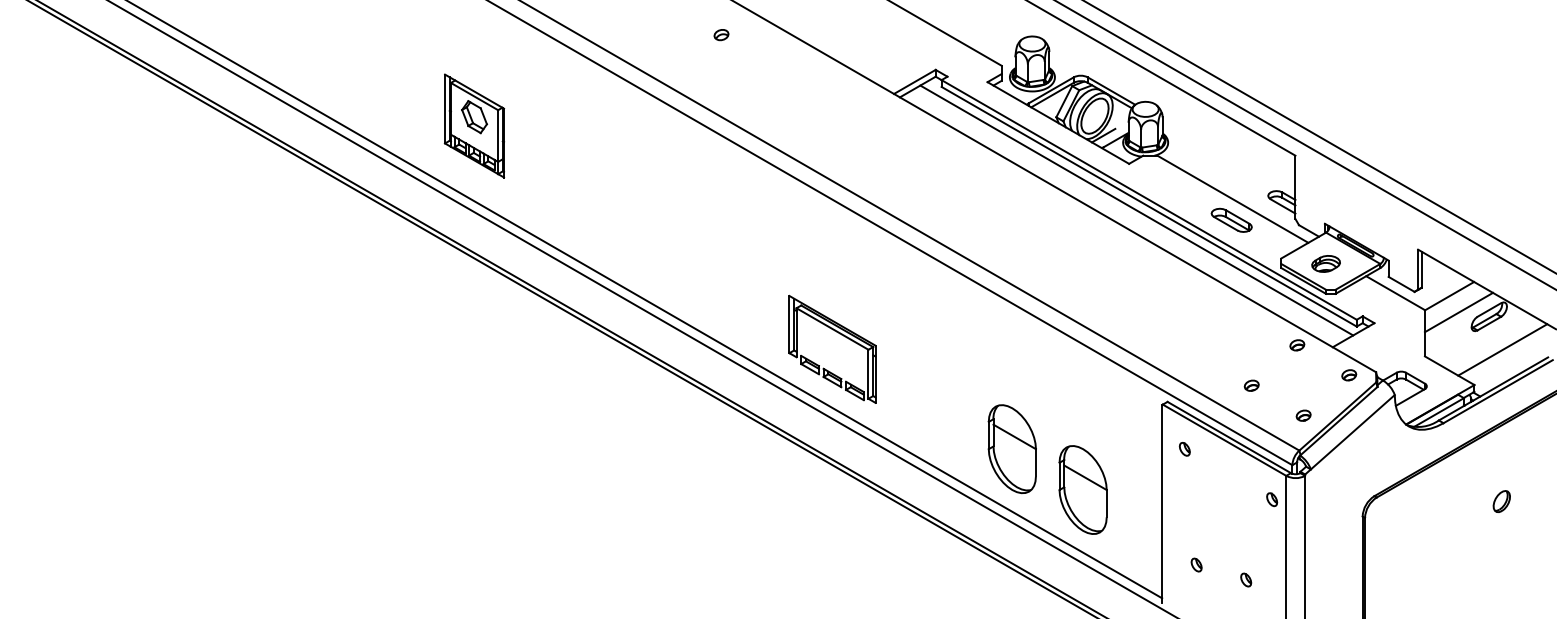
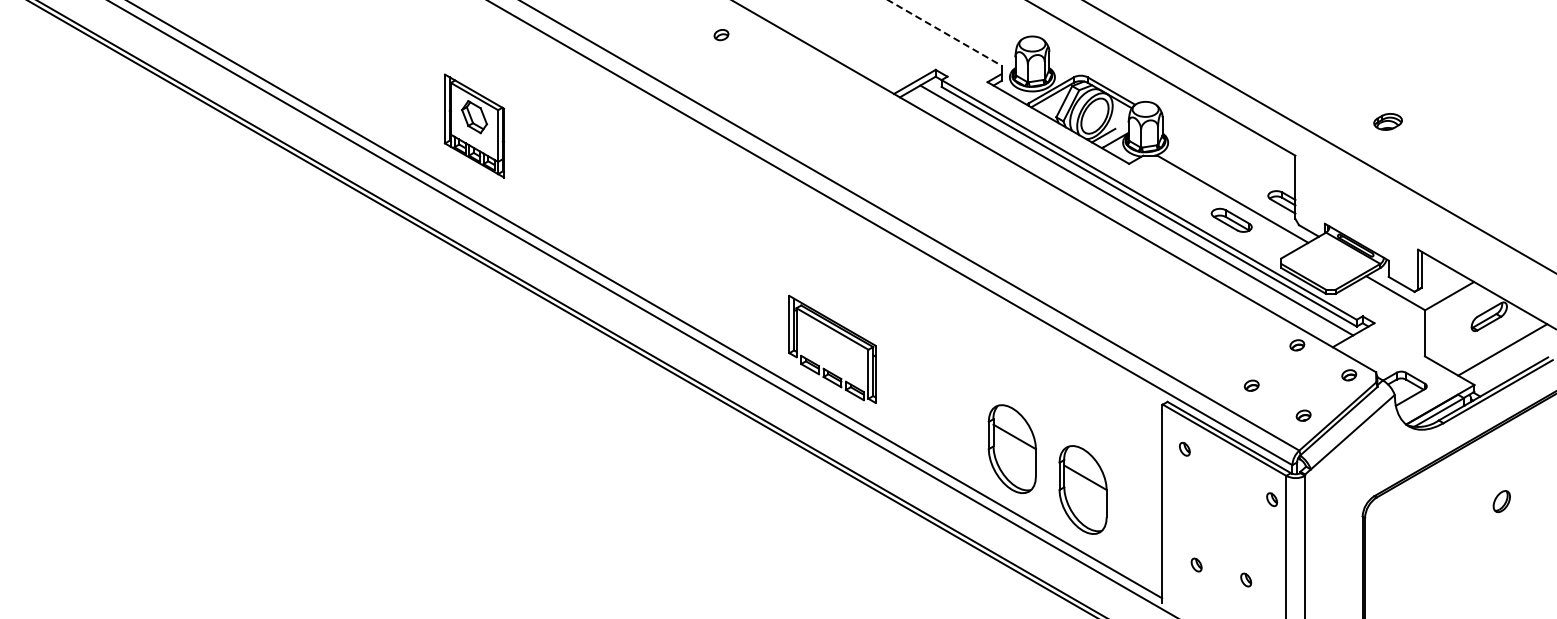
line at (945, 33): solid -> dashed
line at (1305, 145): present -> none
part at (1325, 263) position: (1325, 263) -> (1387, 121)
line at (1458, 312): present -> none
